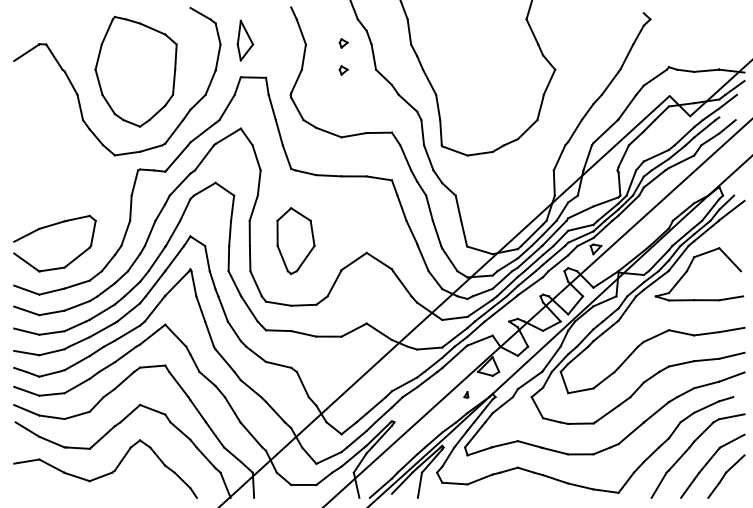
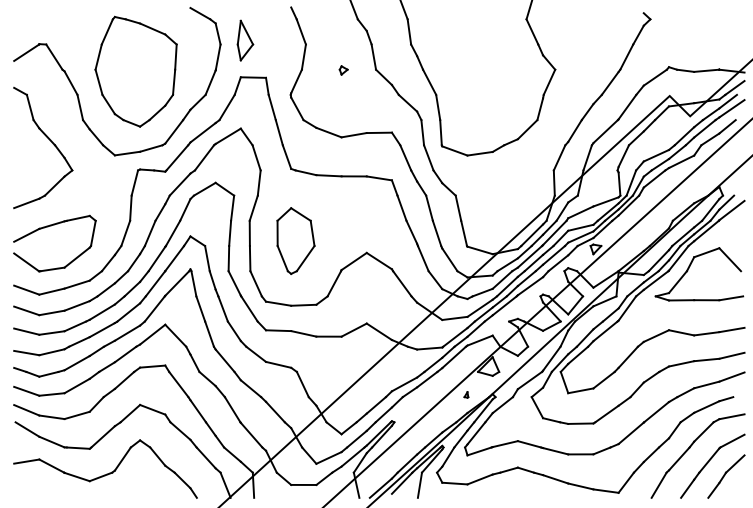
part at (343, 43): present -> none
line at (731, 108): none -> present
part at (49, 140): none -> present
